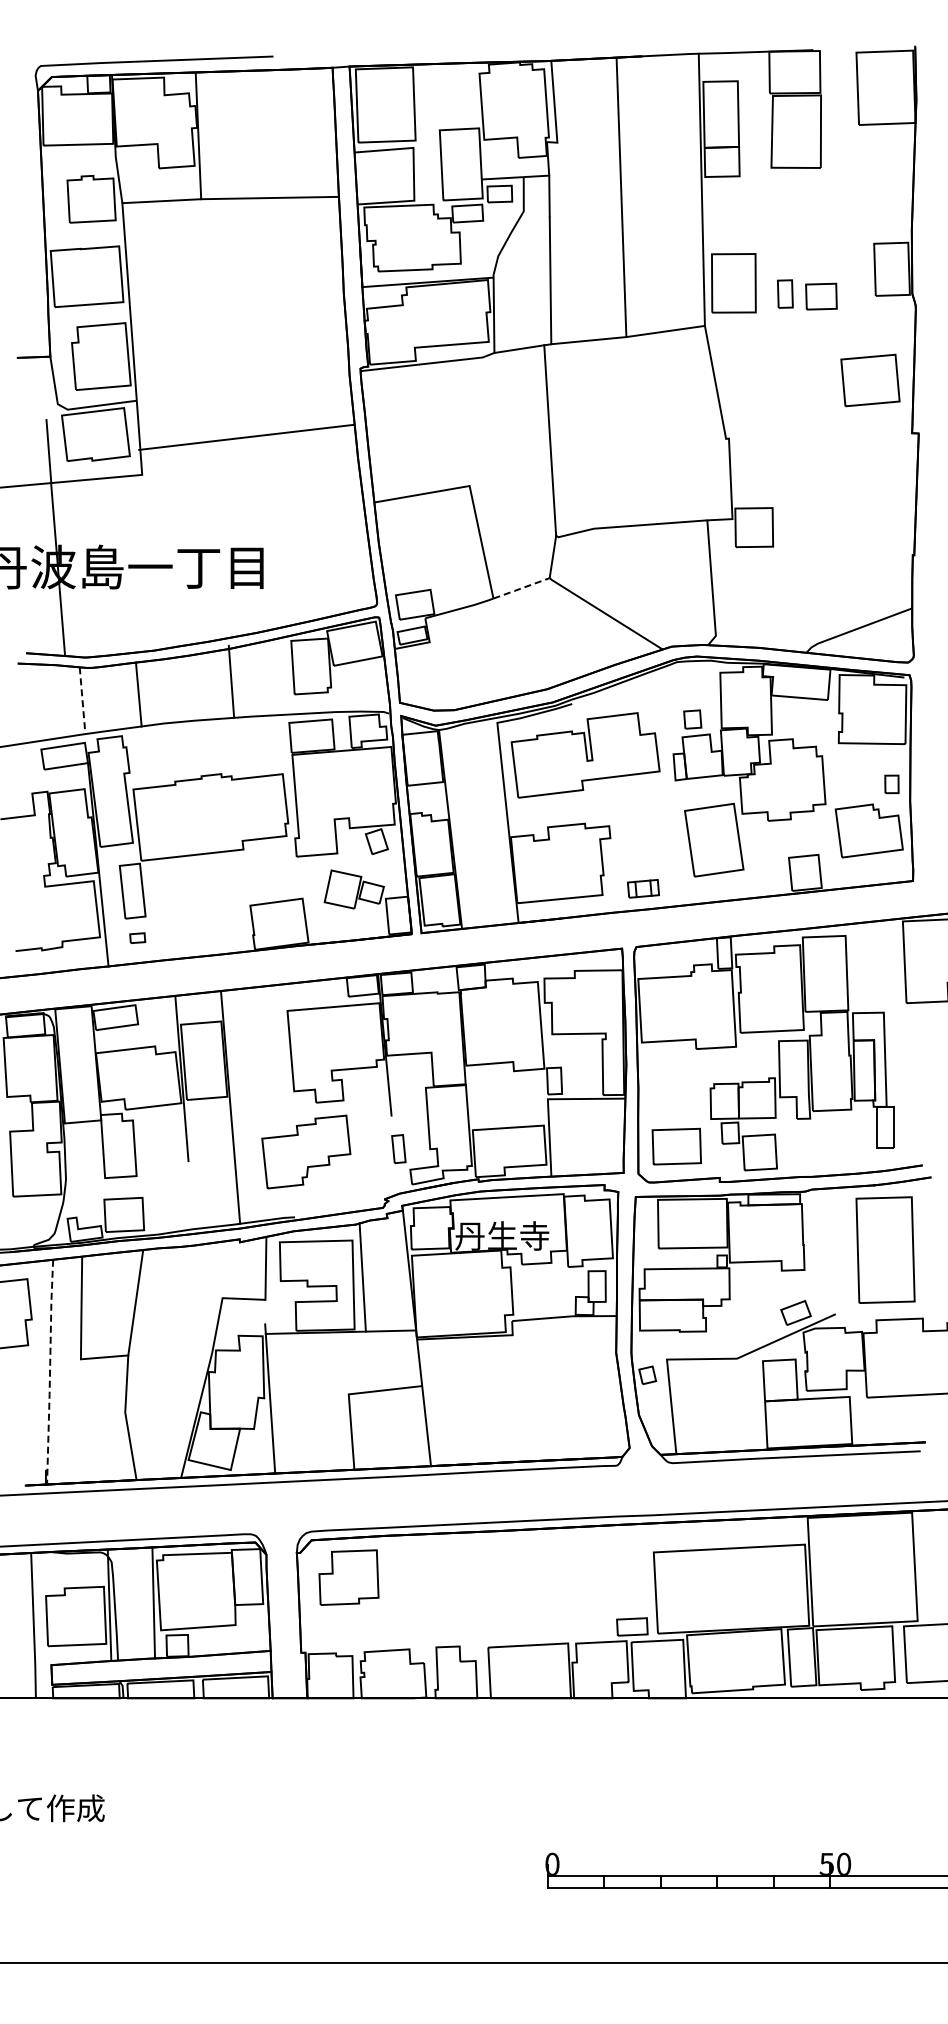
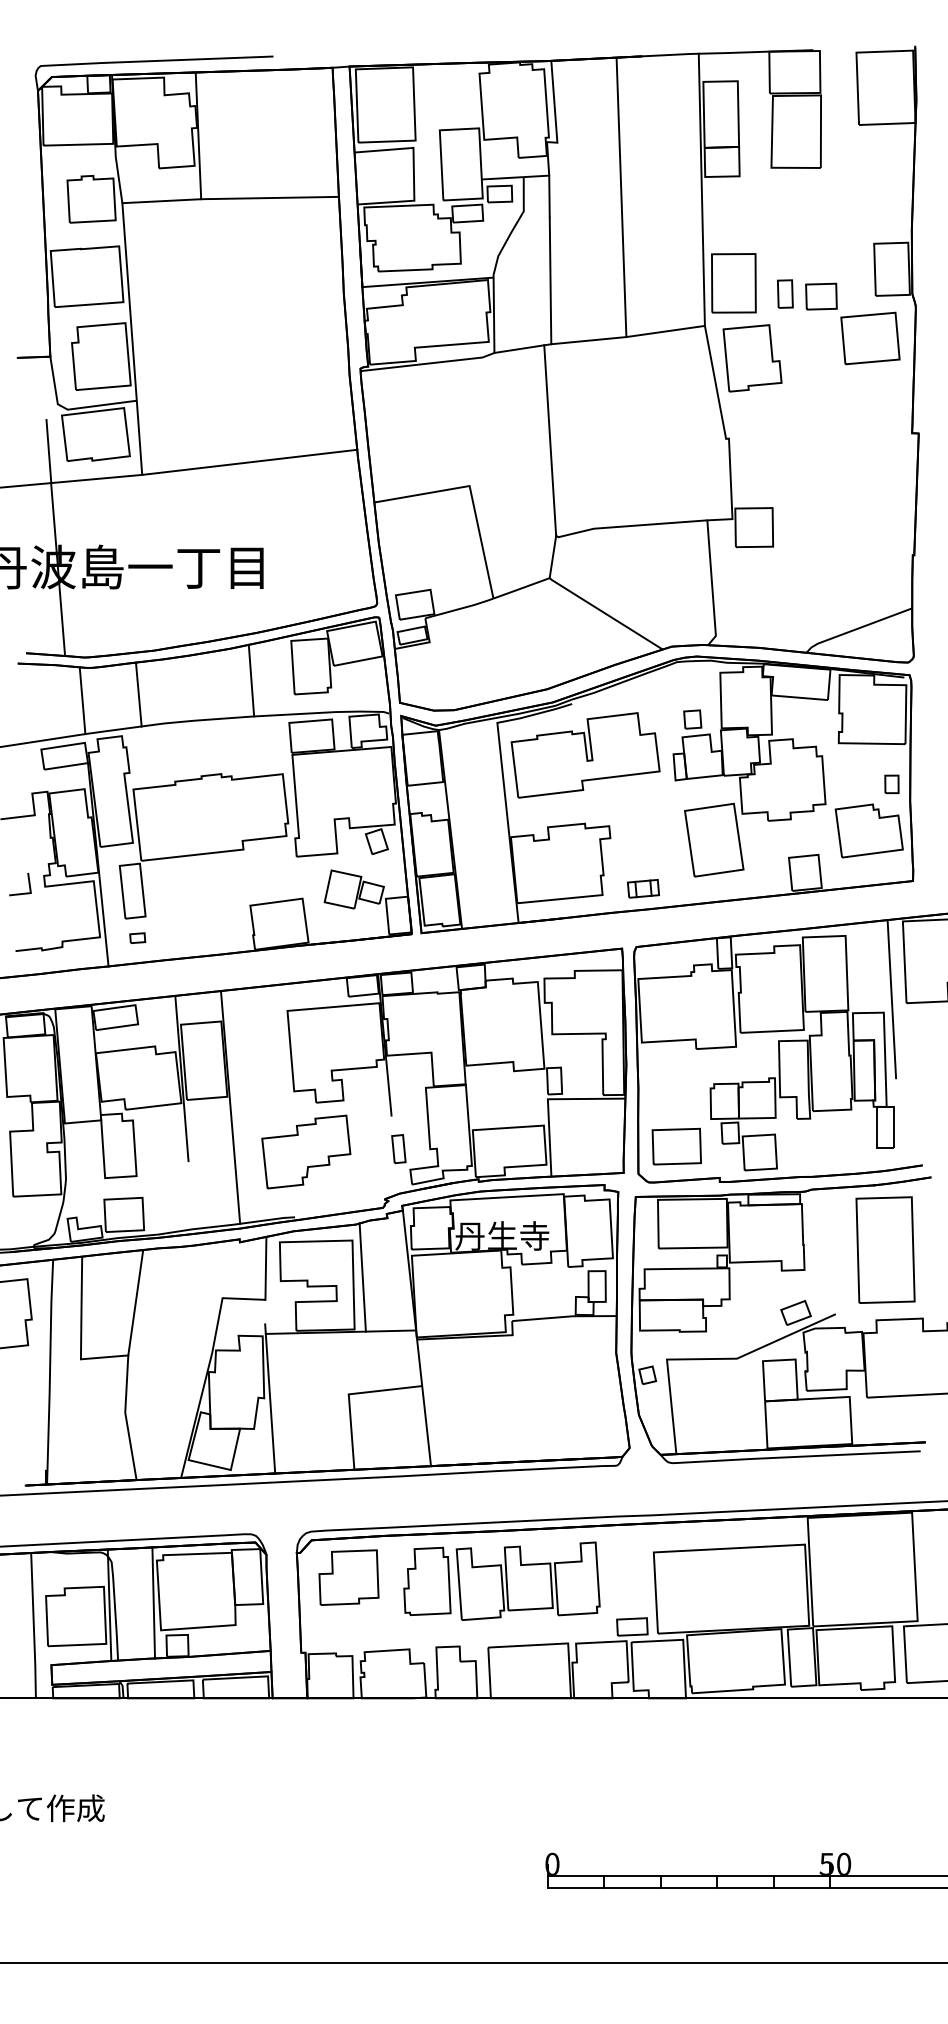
part at (752, 358): none -> present
part at (870, 380) position: (870, 380) -> (870, 338)
line at (246, 436) position: (246, 436) -> (249, 461)
line at (521, 588): dashed -> solid
line at (231, 681) position: (231, 681) -> (251, 680)
line at (82, 700): dashed -> solid
line at (28, 884): none -> present
line at (891, 999): none -> present
line at (50, 1371): dashed -> solid
part at (501, 1580): none -> present
